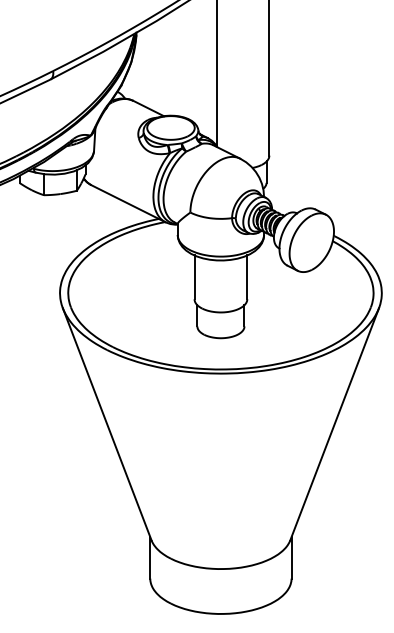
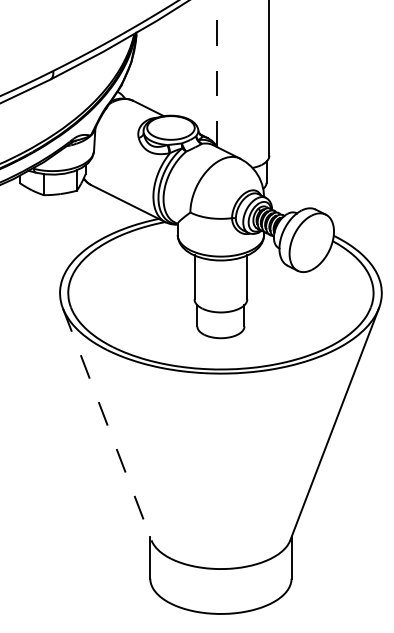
line at (216, 73): solid -> dashed
line at (107, 424): solid -> dashed
